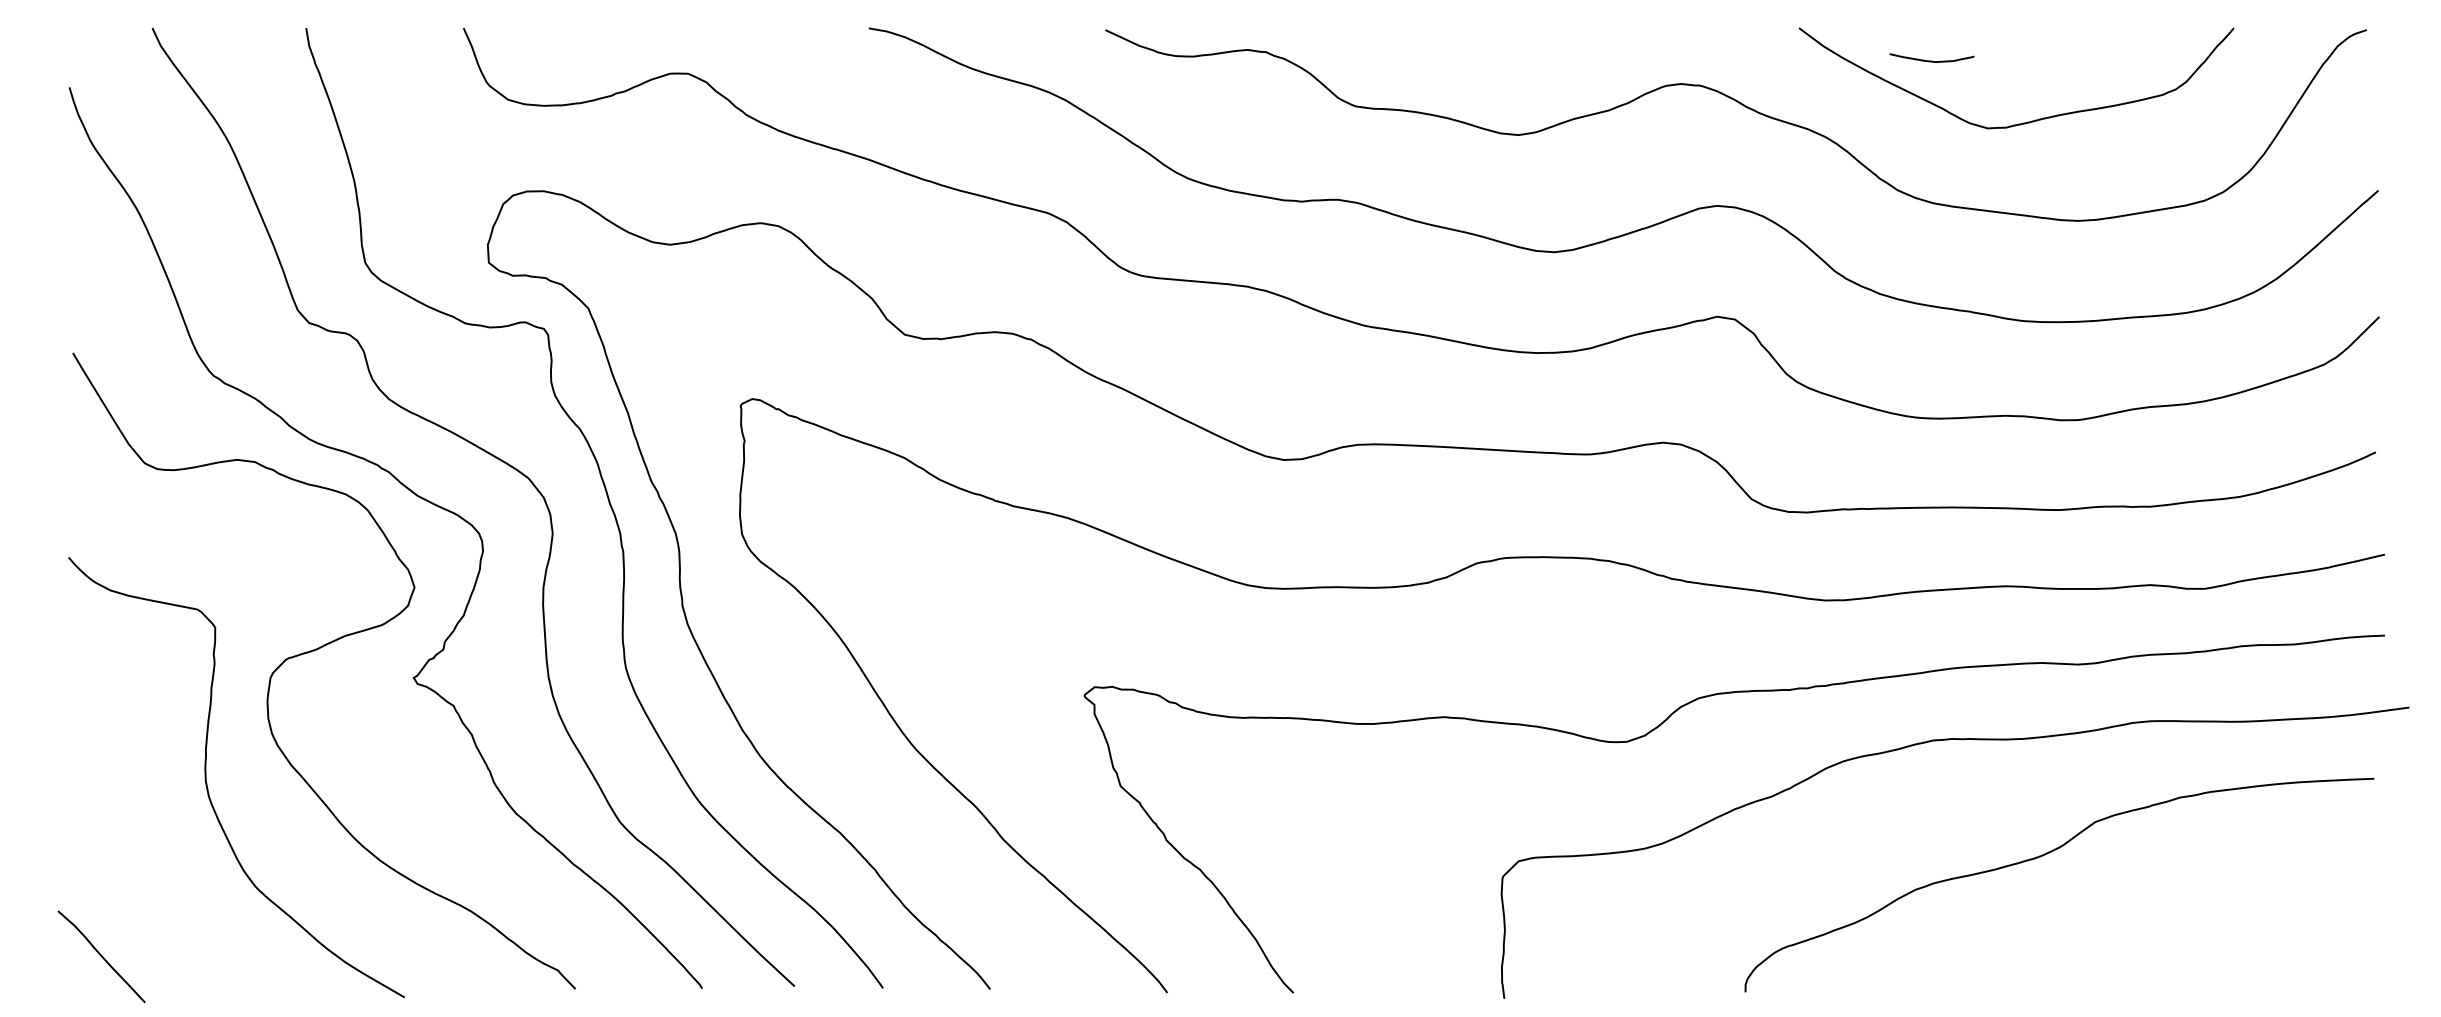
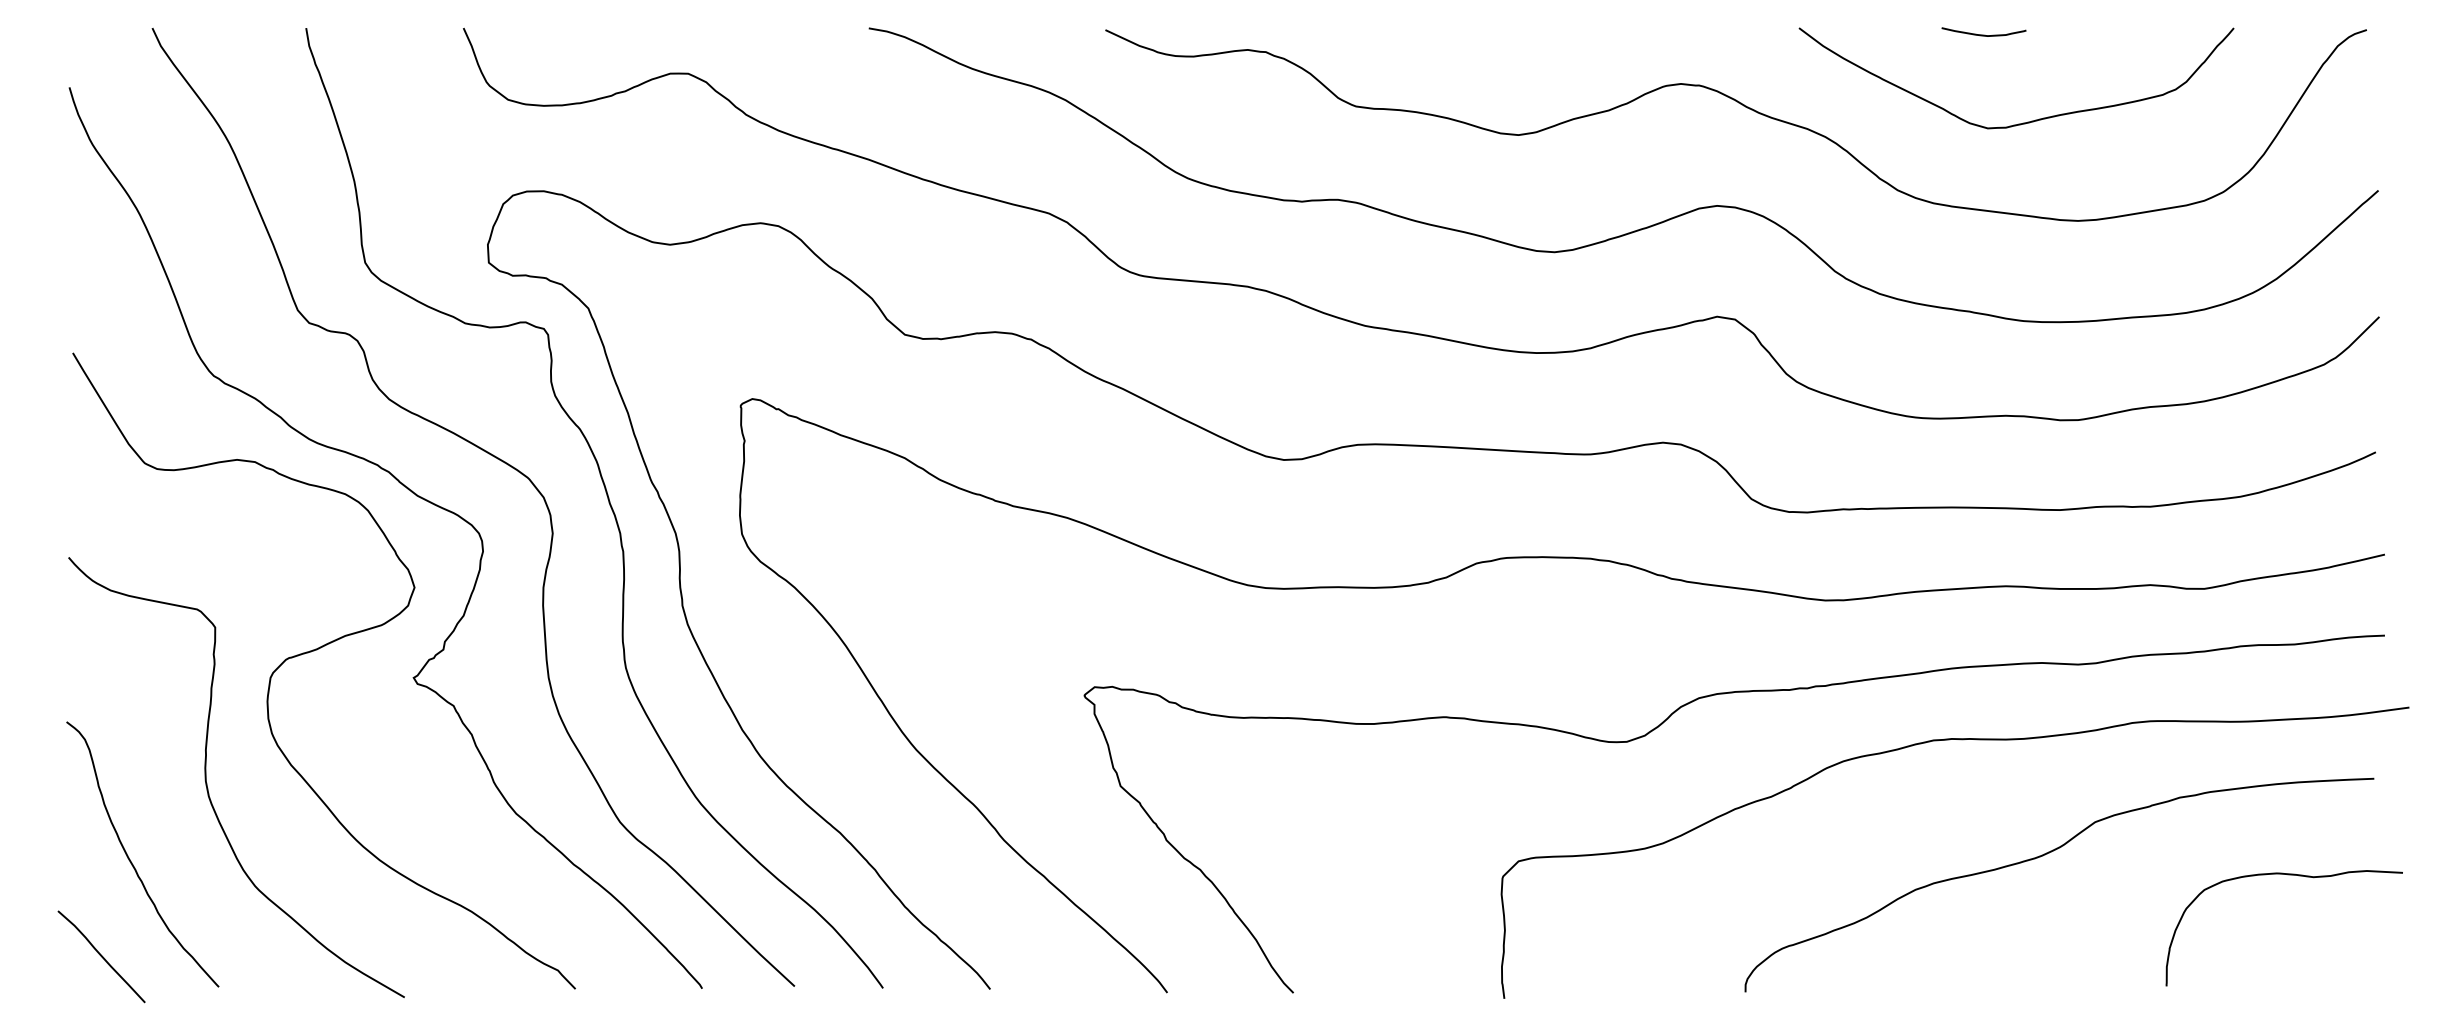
curve at (1931, 60) position: (1931, 60) -> (1983, 34)
curve at (132, 862): none -> present
curve at (2287, 875): none -> present
